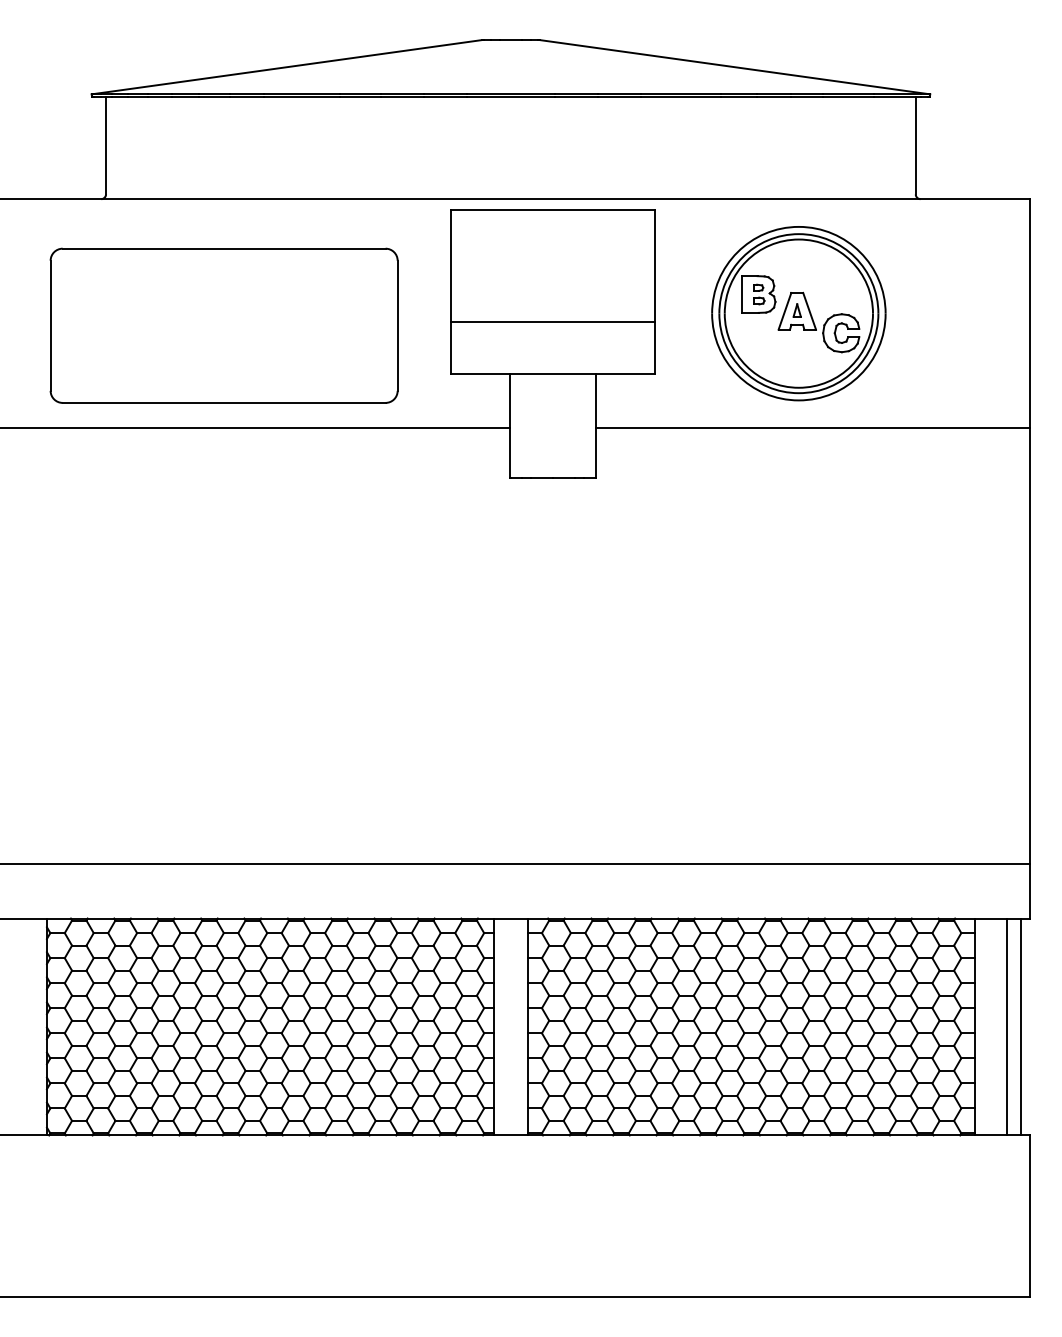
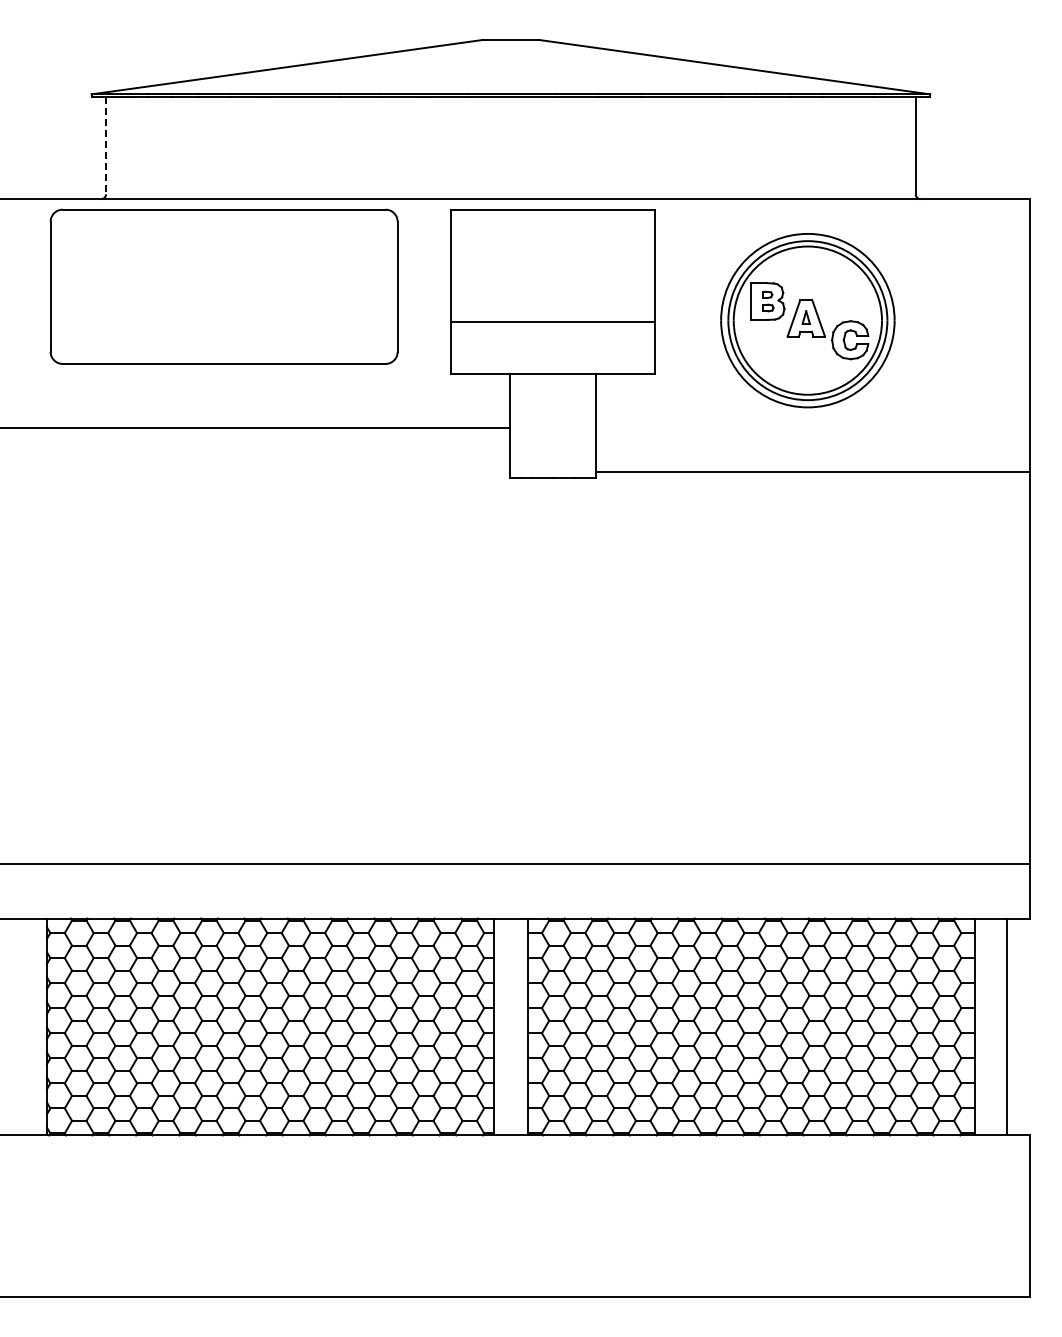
line at (106, 145): solid -> dashed
part at (798, 313) position: (798, 313) -> (807, 320)
part at (223, 325) position: (223, 325) -> (223, 286)
line at (813, 428) position: (813, 428) -> (813, 472)
line at (1020, 1026): present -> none
